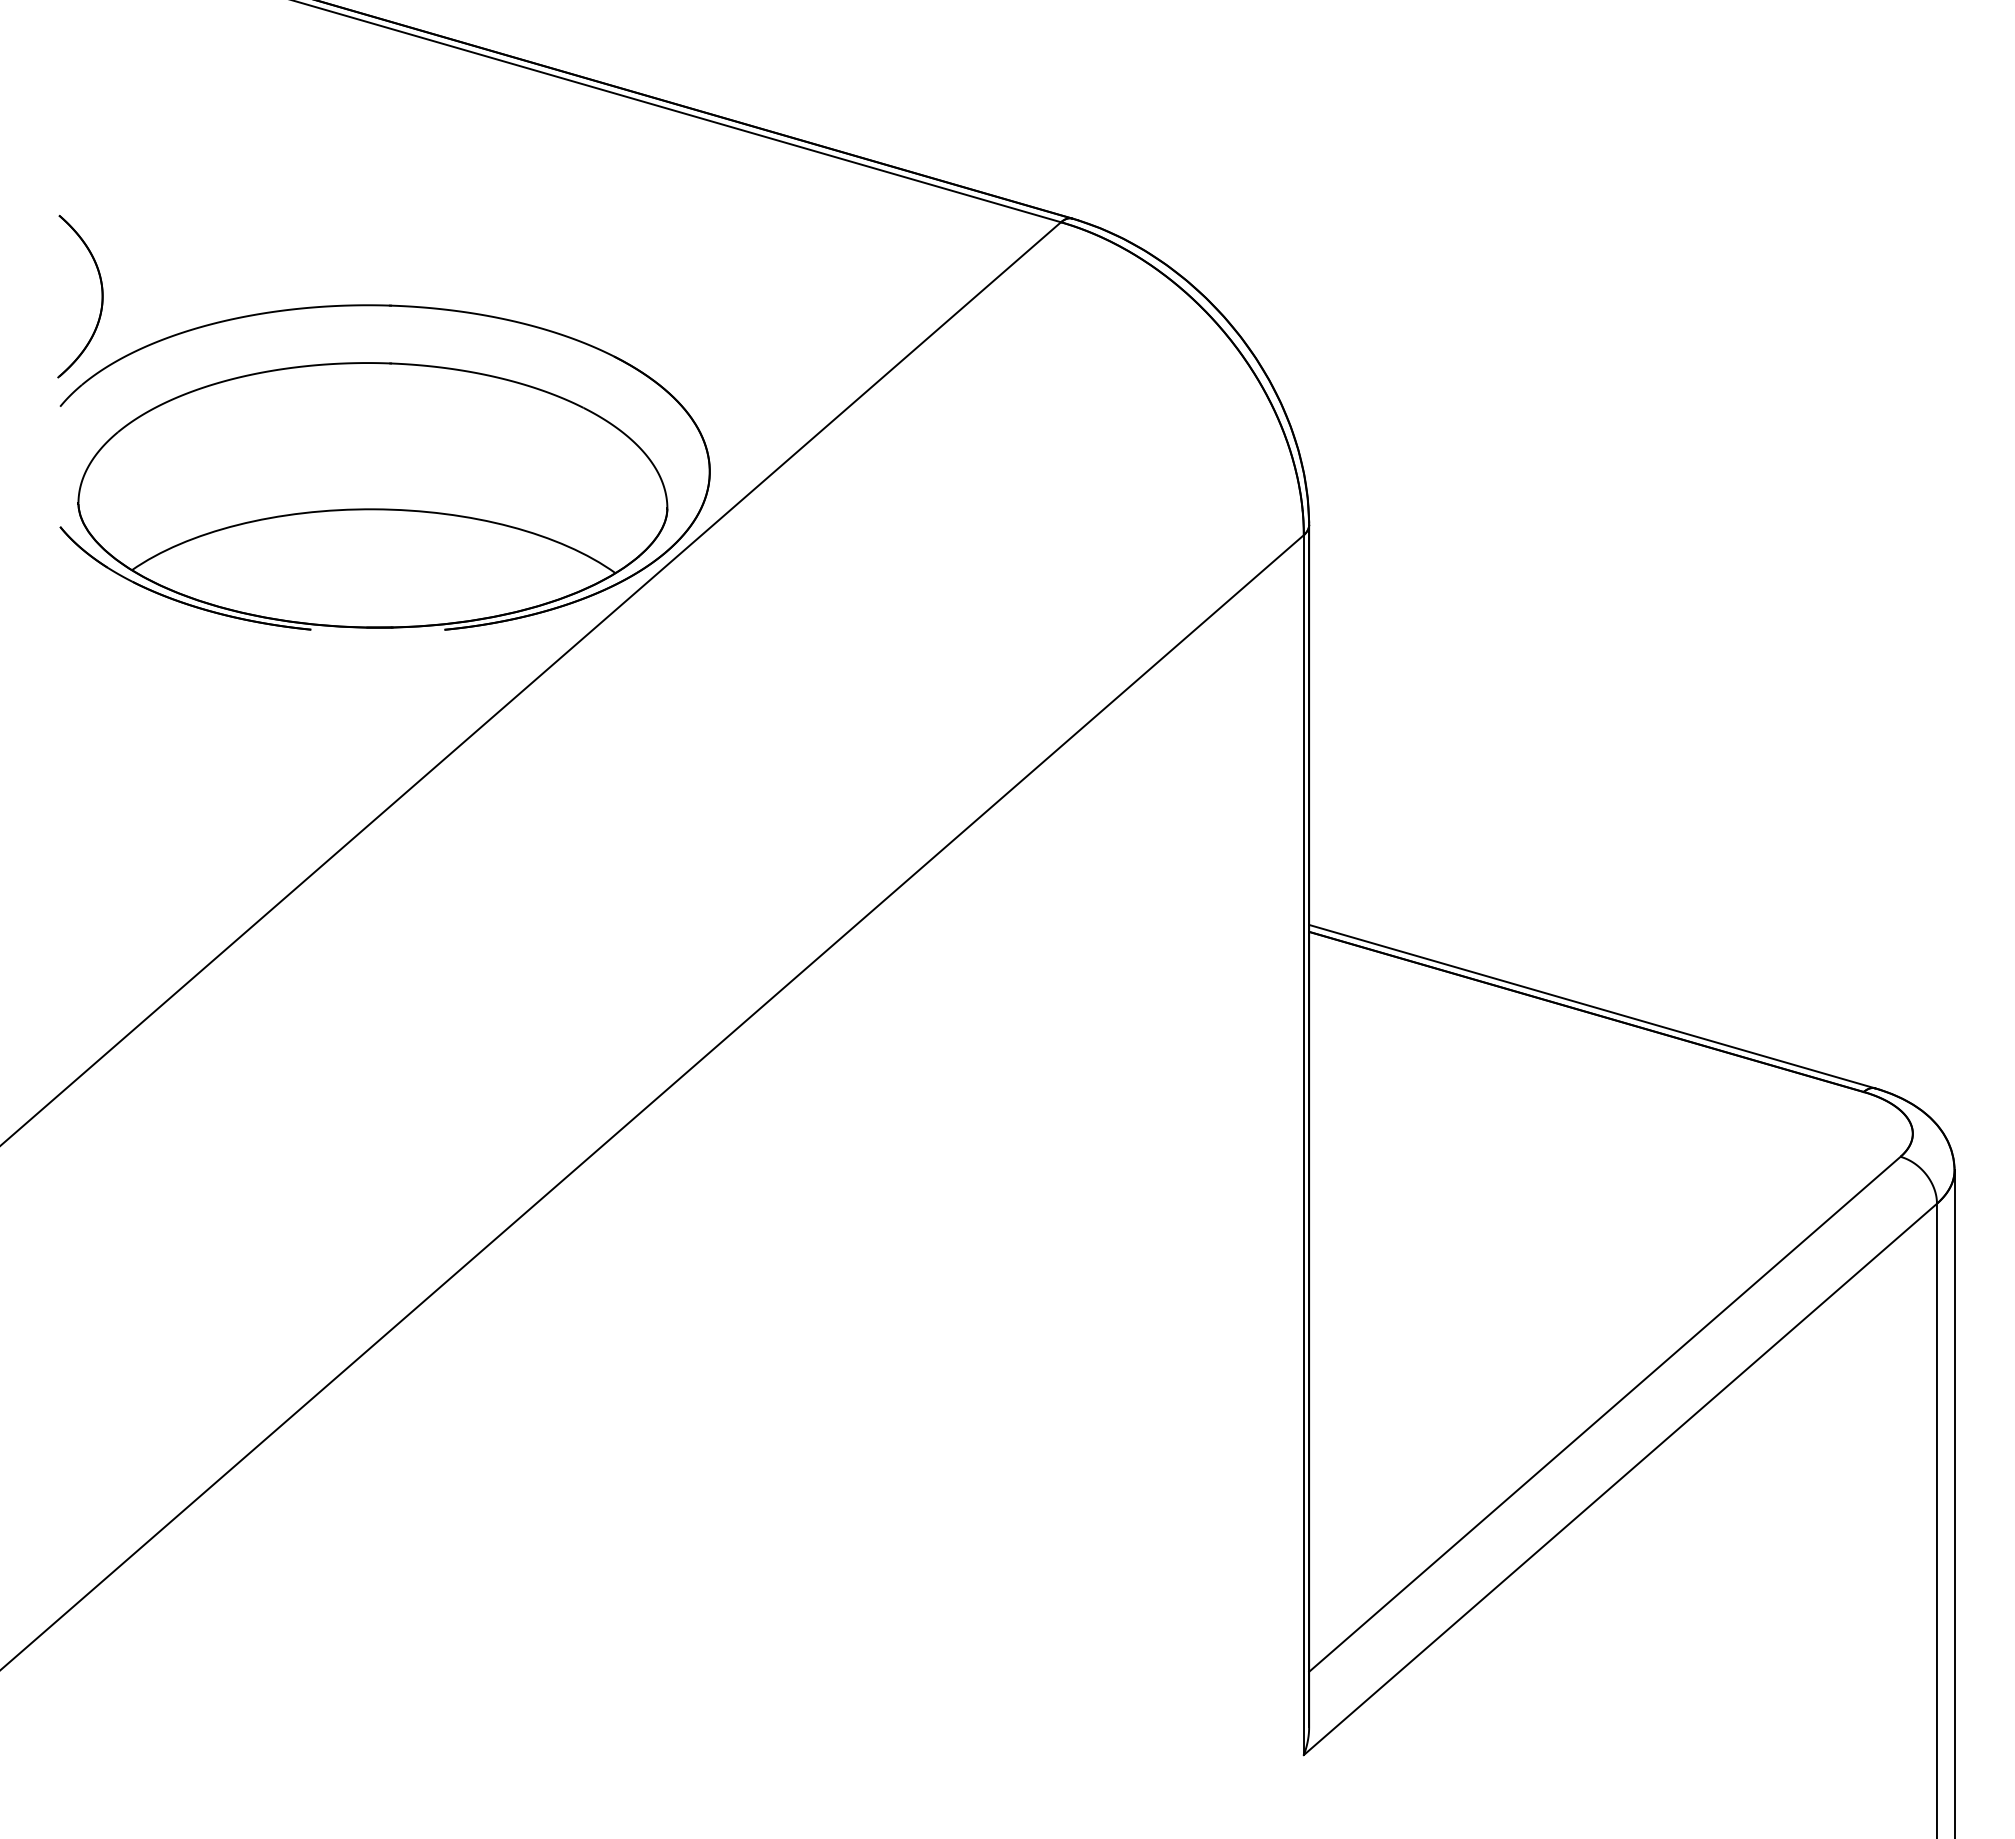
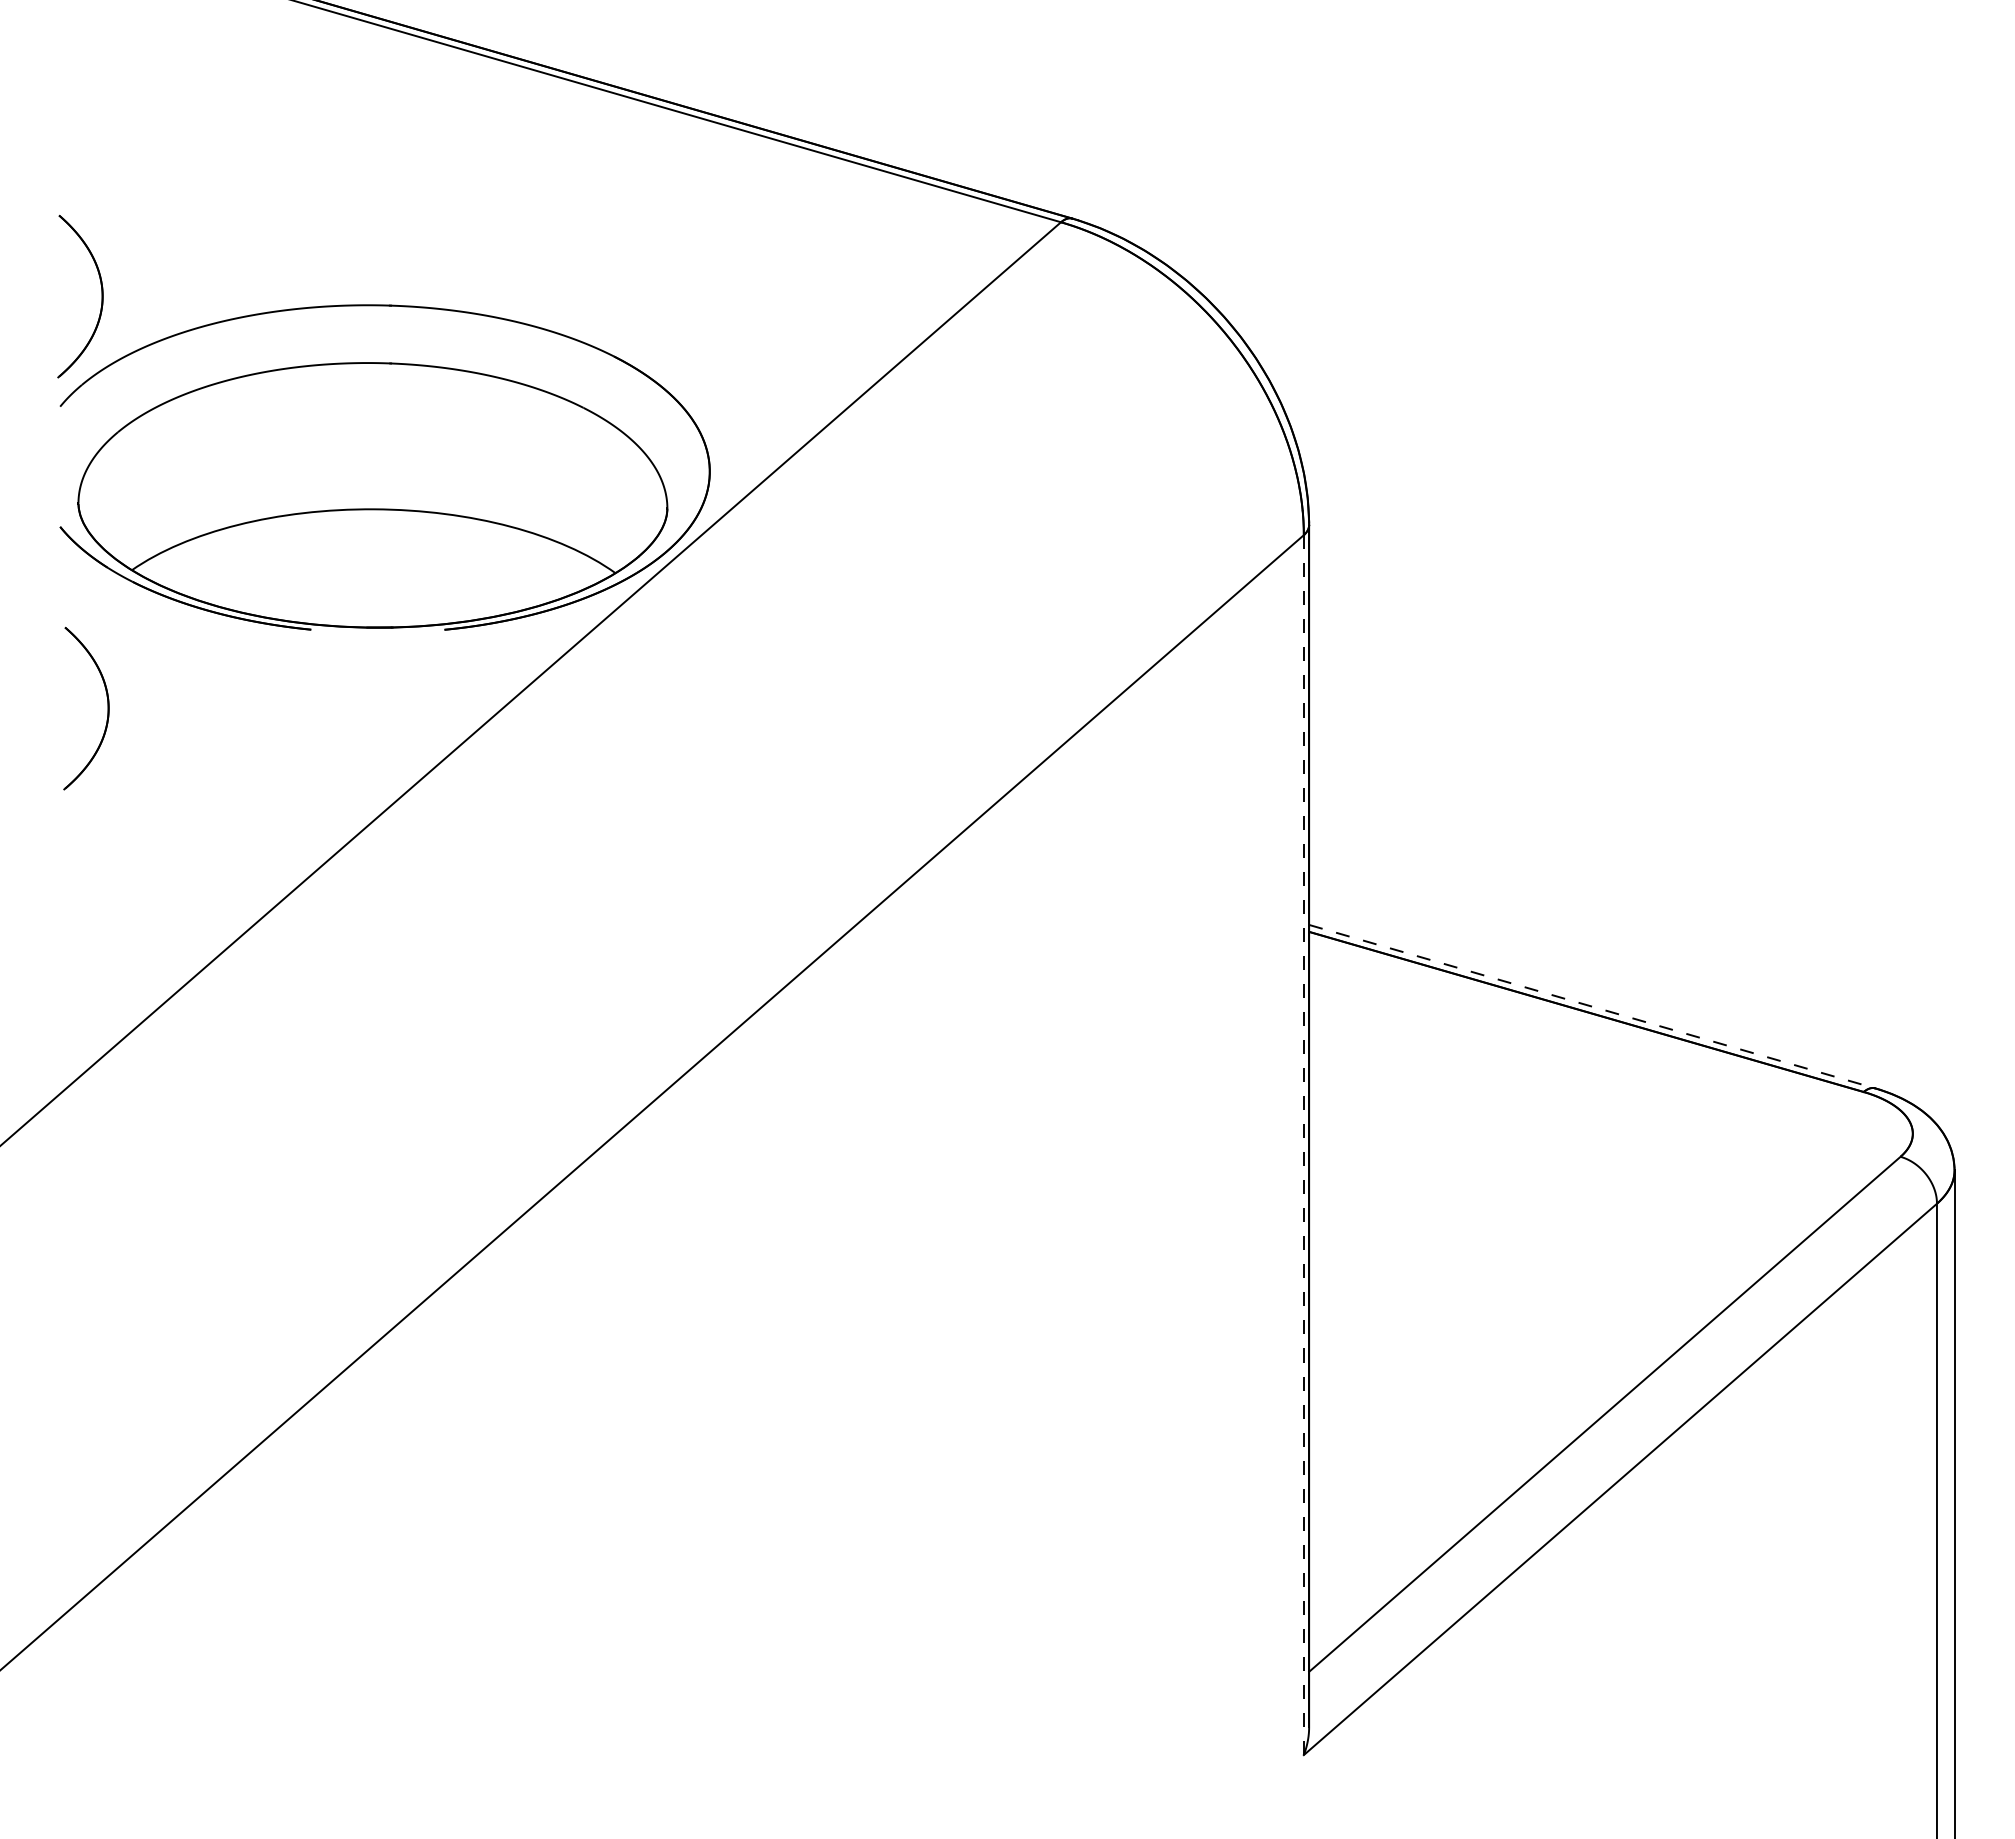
part at (107, 708): none -> present
line at (1592, 1006): solid -> dashed
line at (1303, 1145): solid -> dashed
